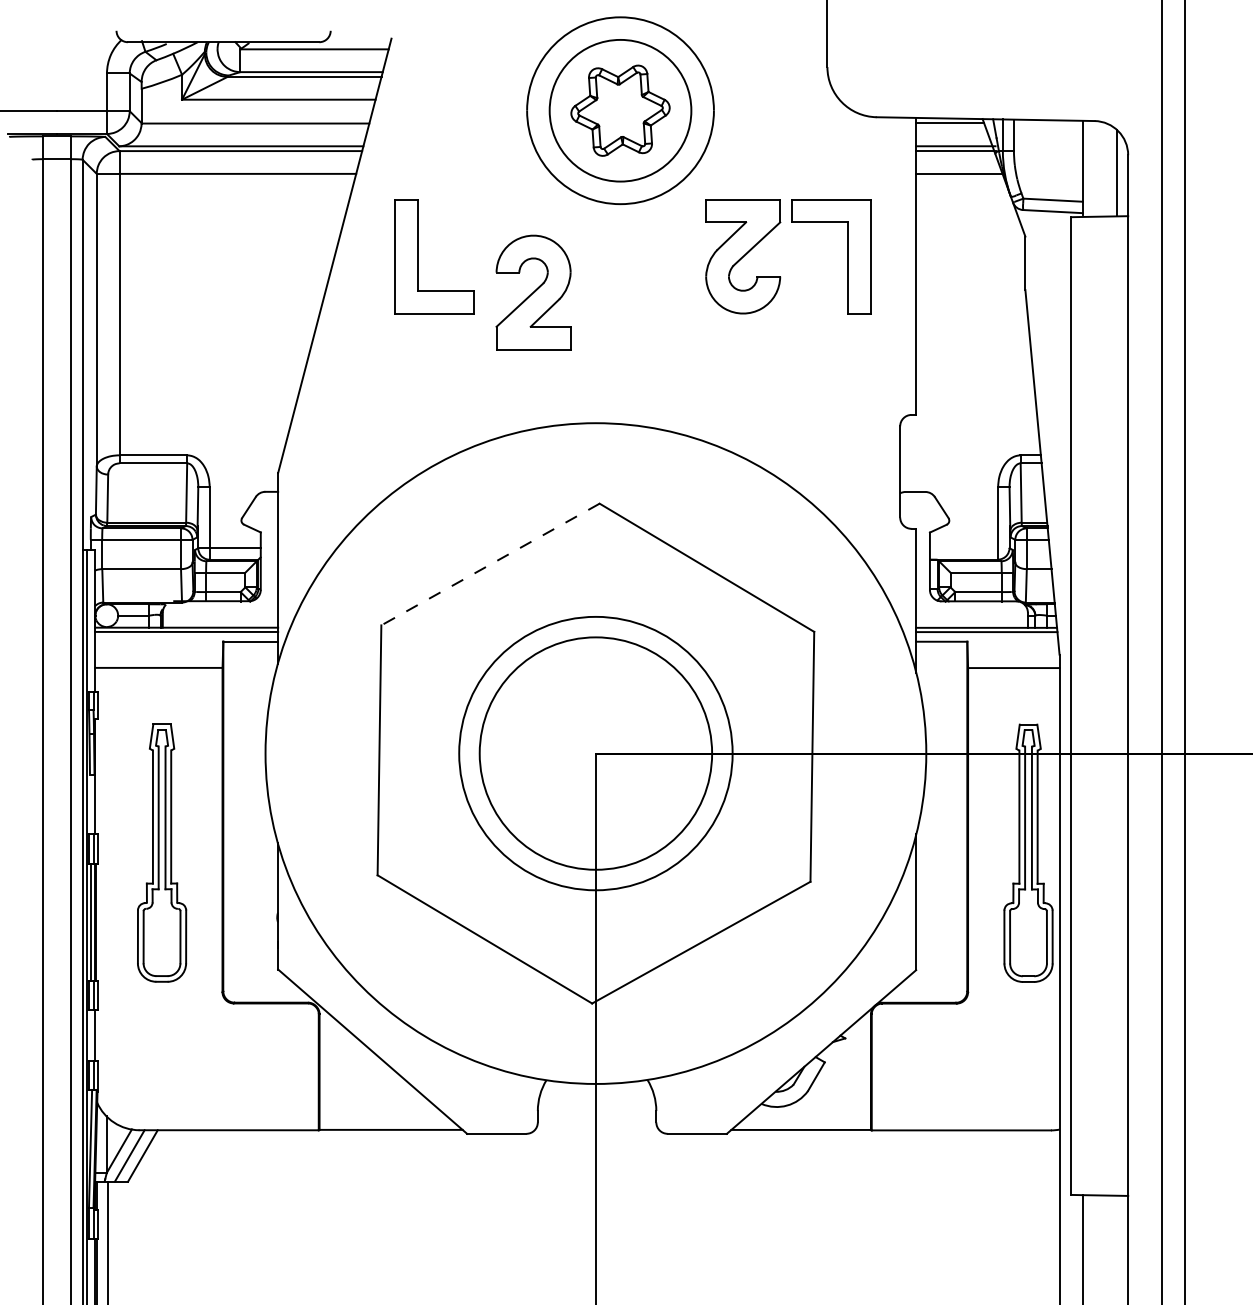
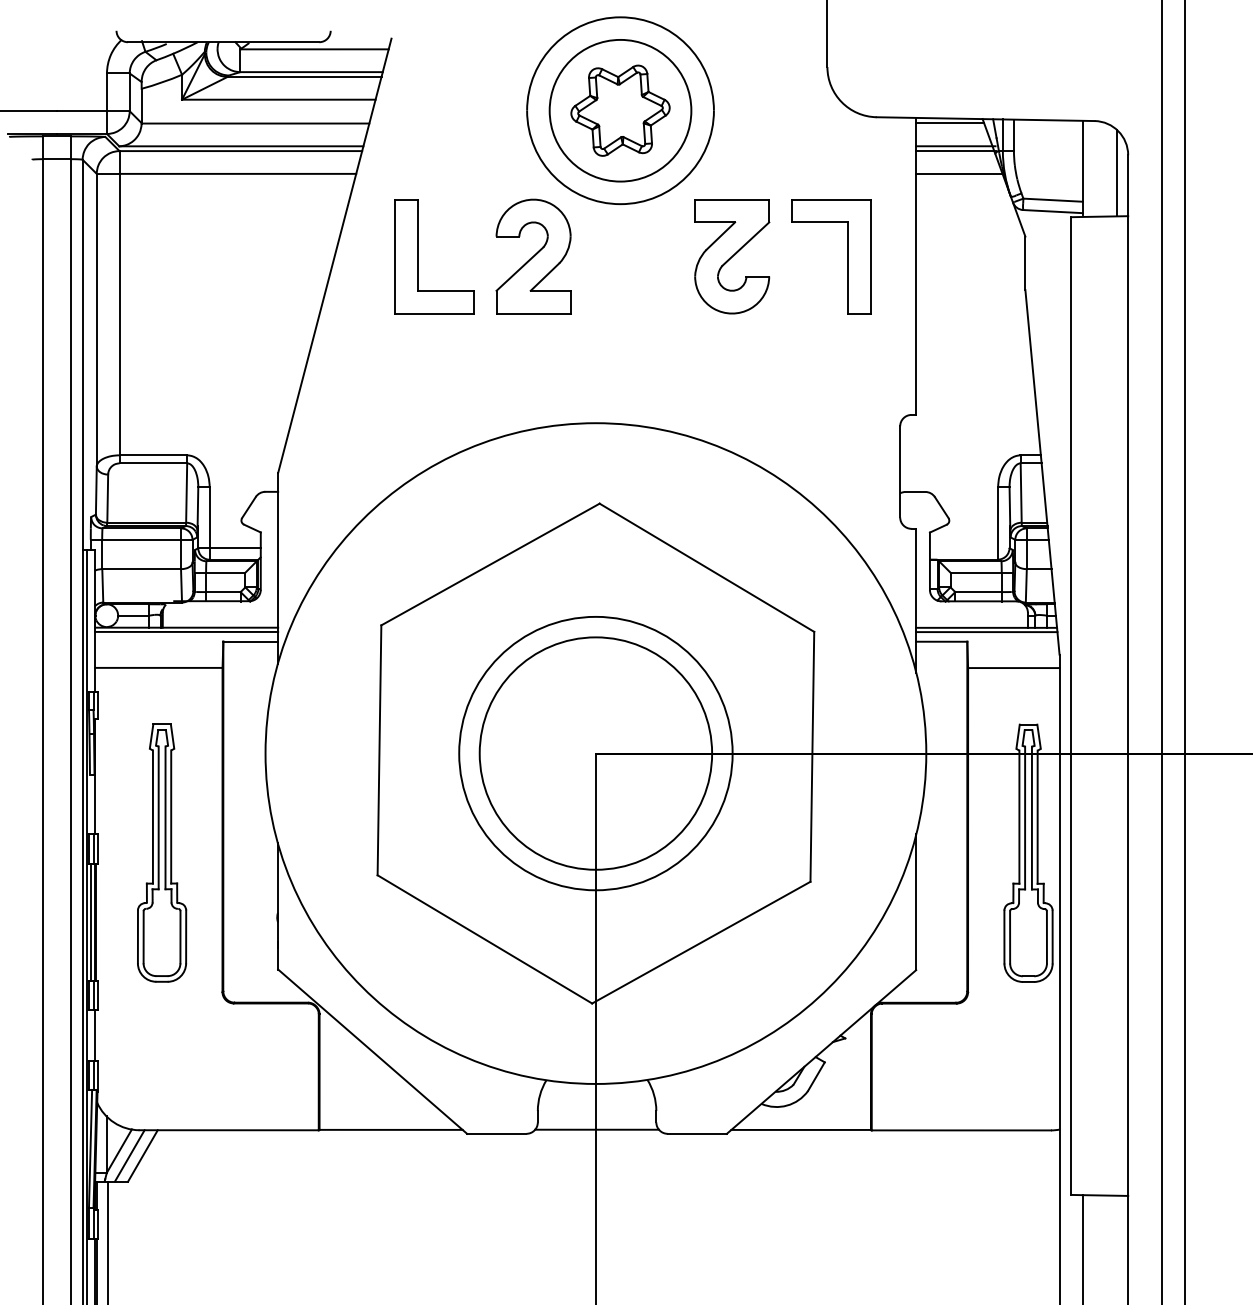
part at (743, 256) position: (743, 256) -> (732, 256)
part at (533, 292) position: (533, 292) -> (533, 256)
line at (490, 564): dashed -> solid
line at (597, 1129): none -> present
